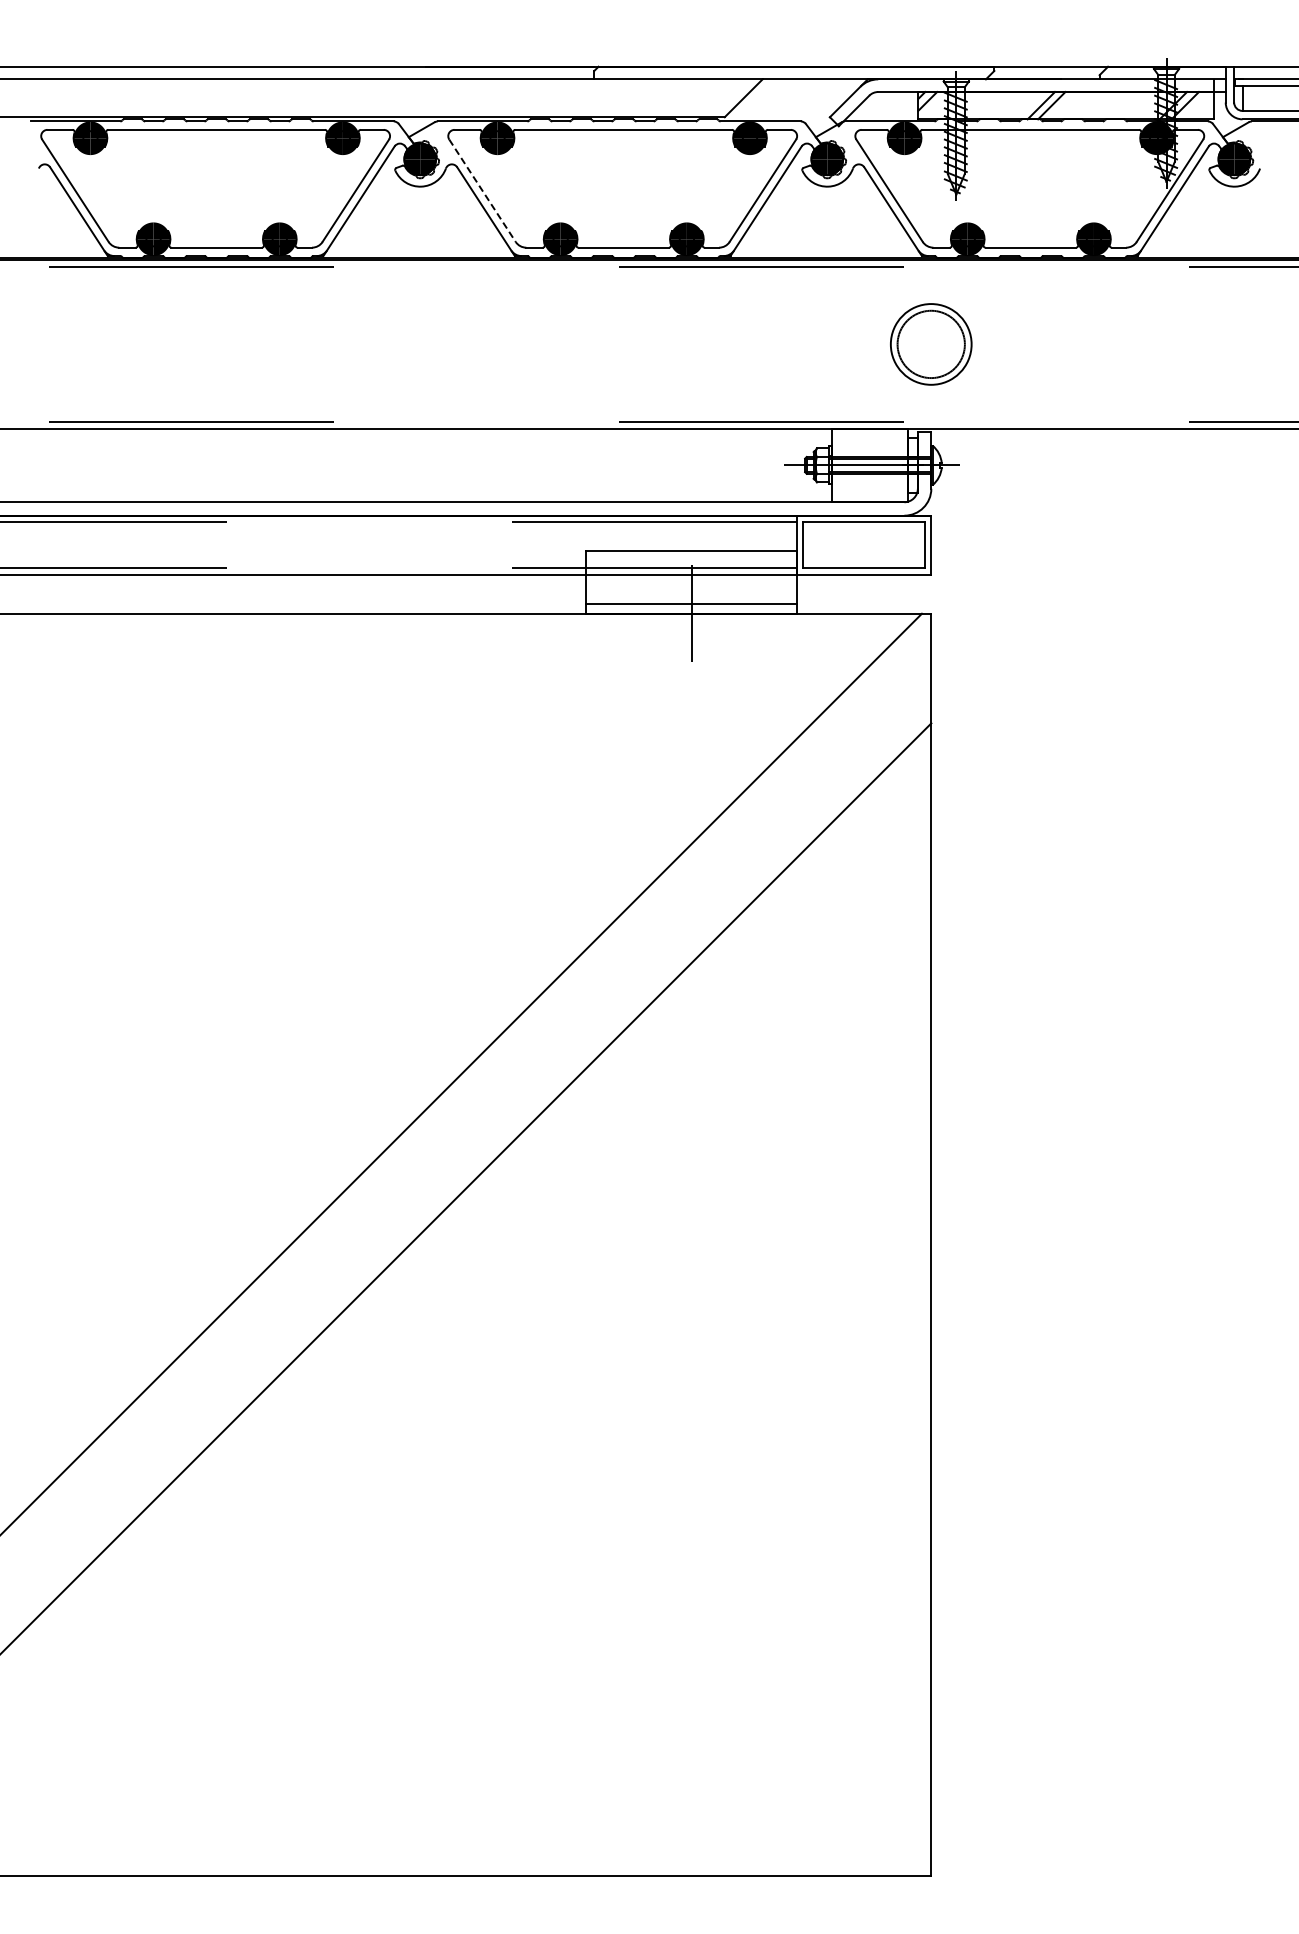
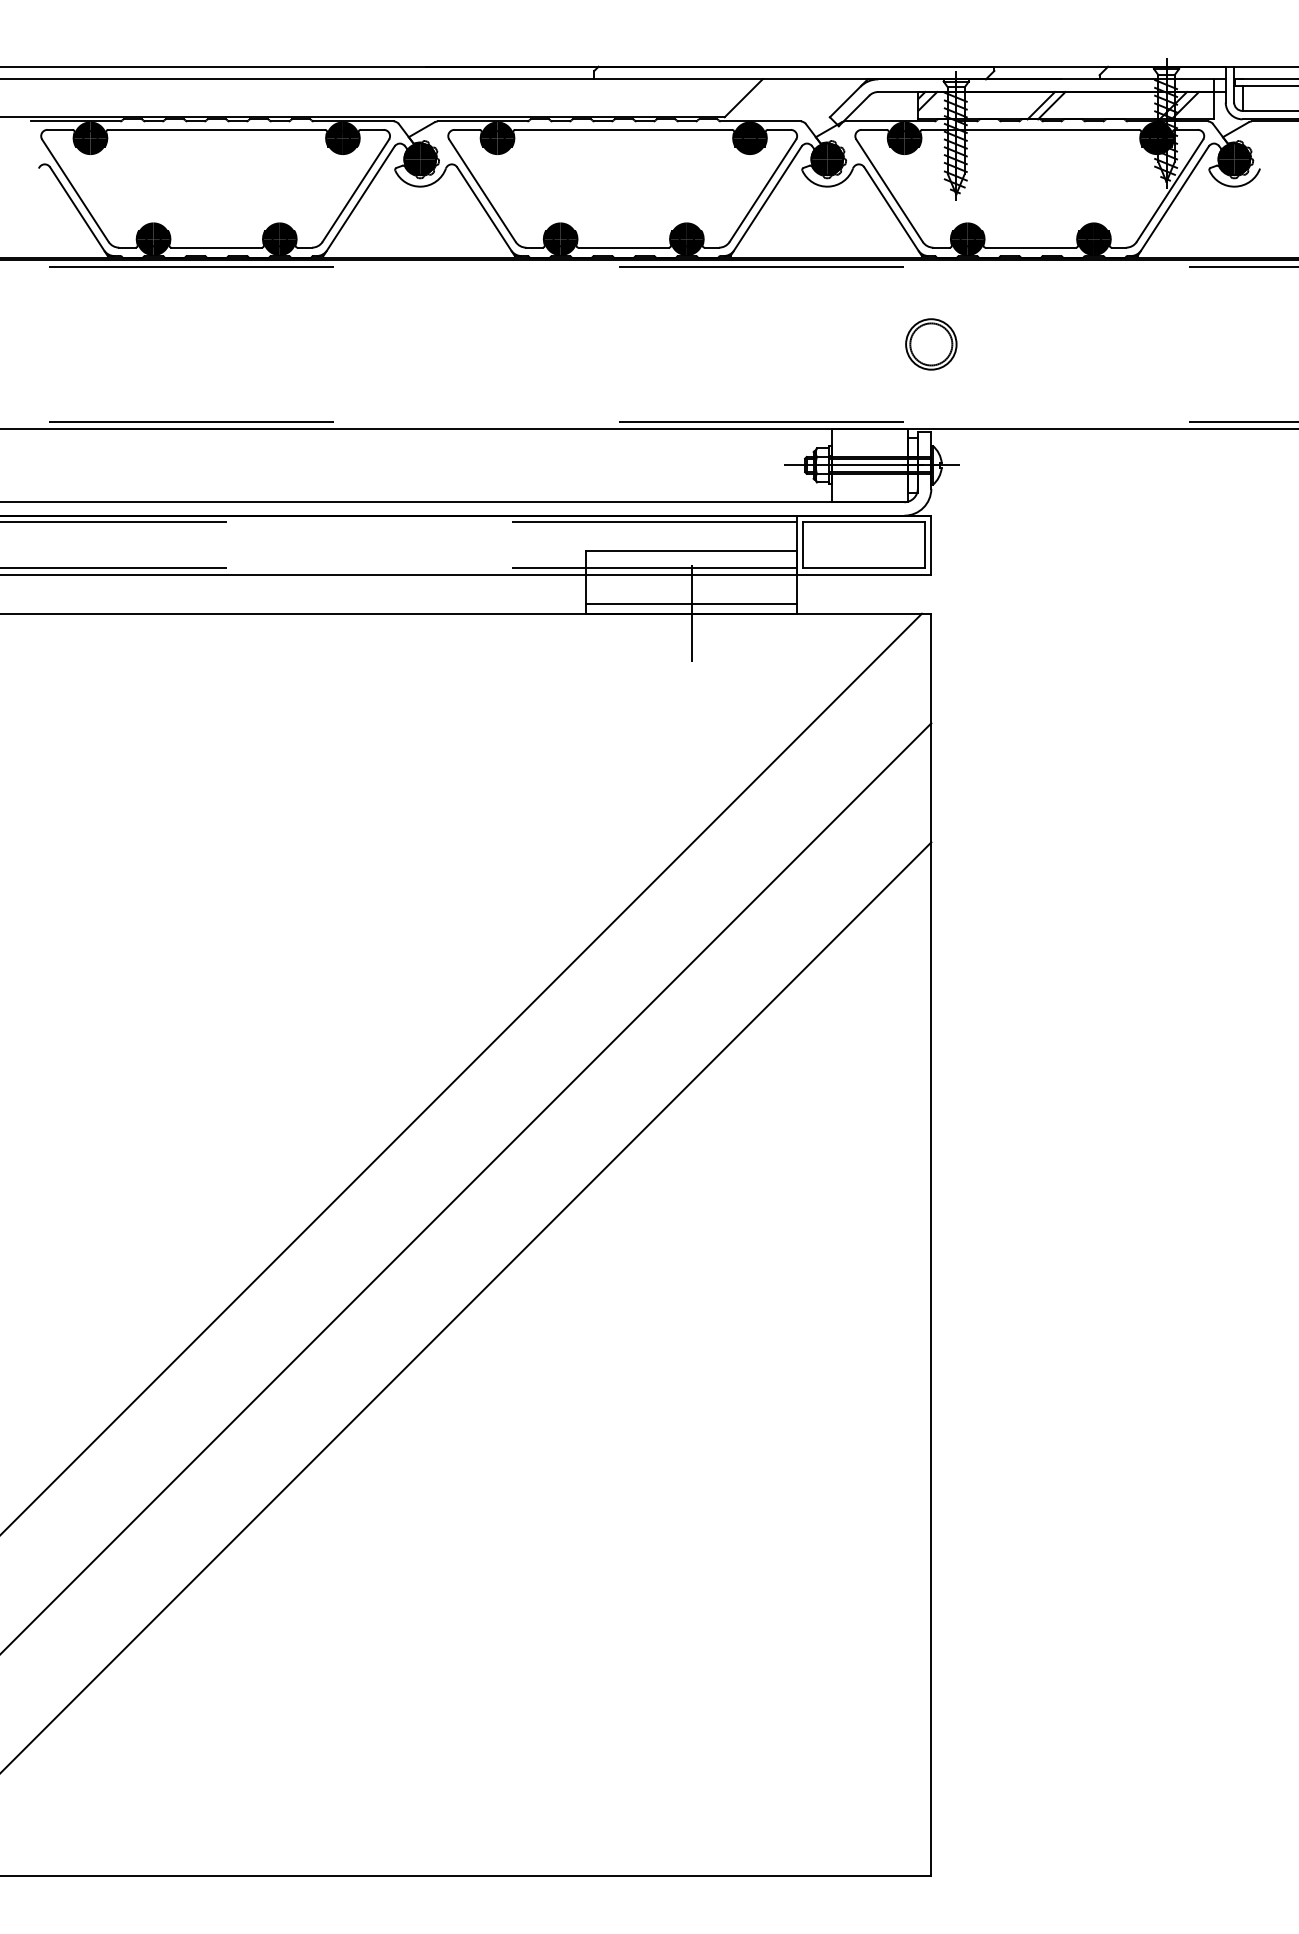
line at (482, 191): dashed -> solid
part at (931, 344) size: 83x83 px -> 53x53 px
line at (466, 1306): none -> present
